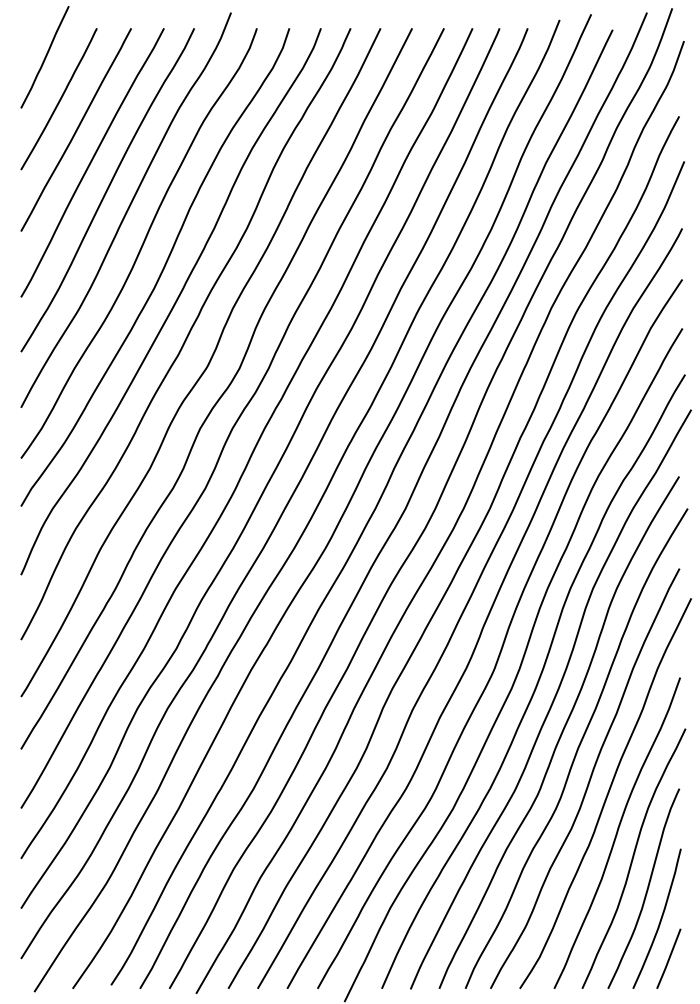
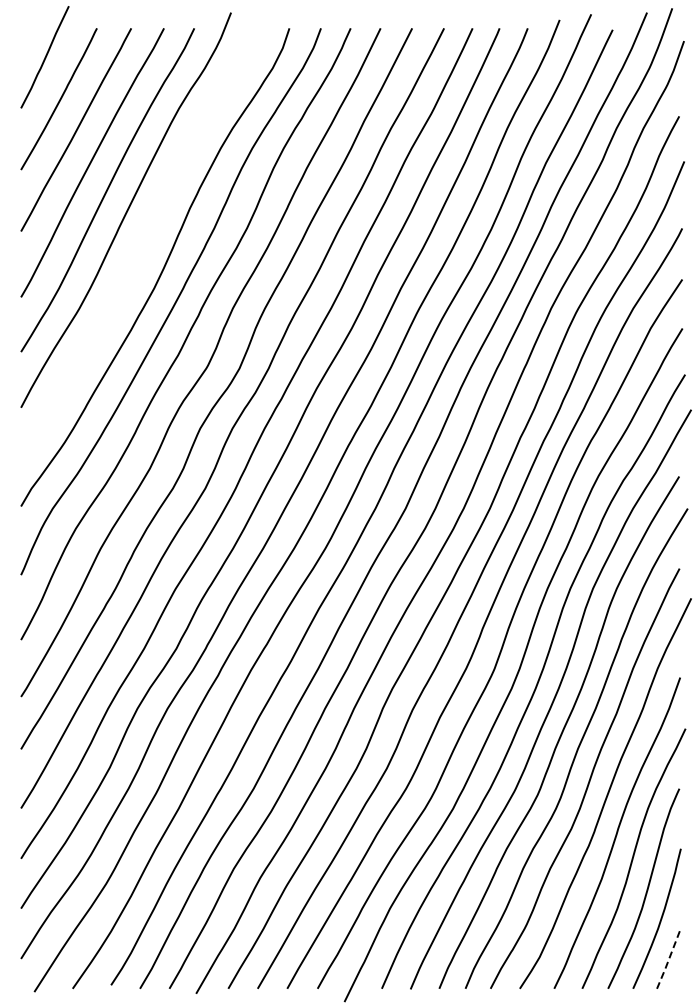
curve at (141, 245): present -> none
line at (668, 959): solid -> dashed
